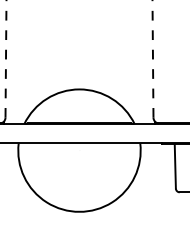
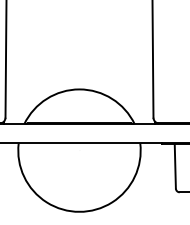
line at (6, 58): dashed -> solid
line at (152, 58): dashed -> solid
